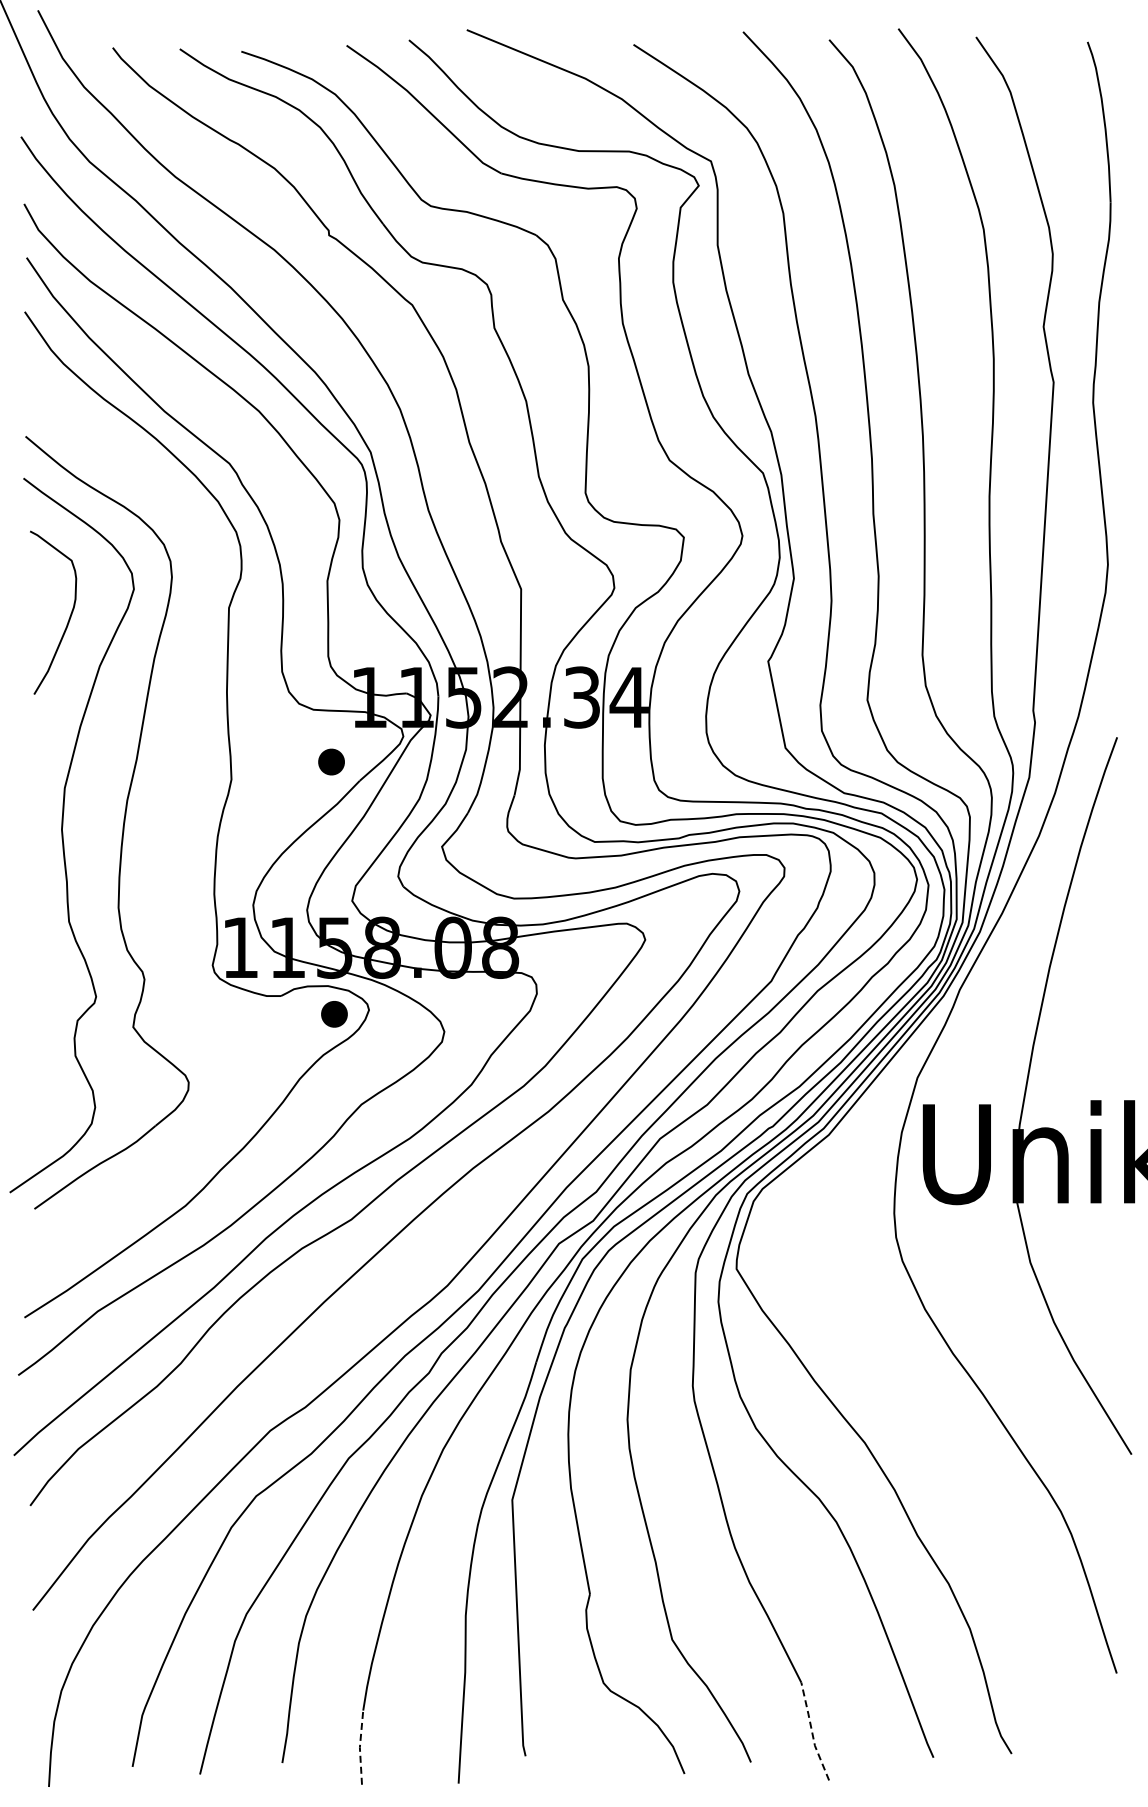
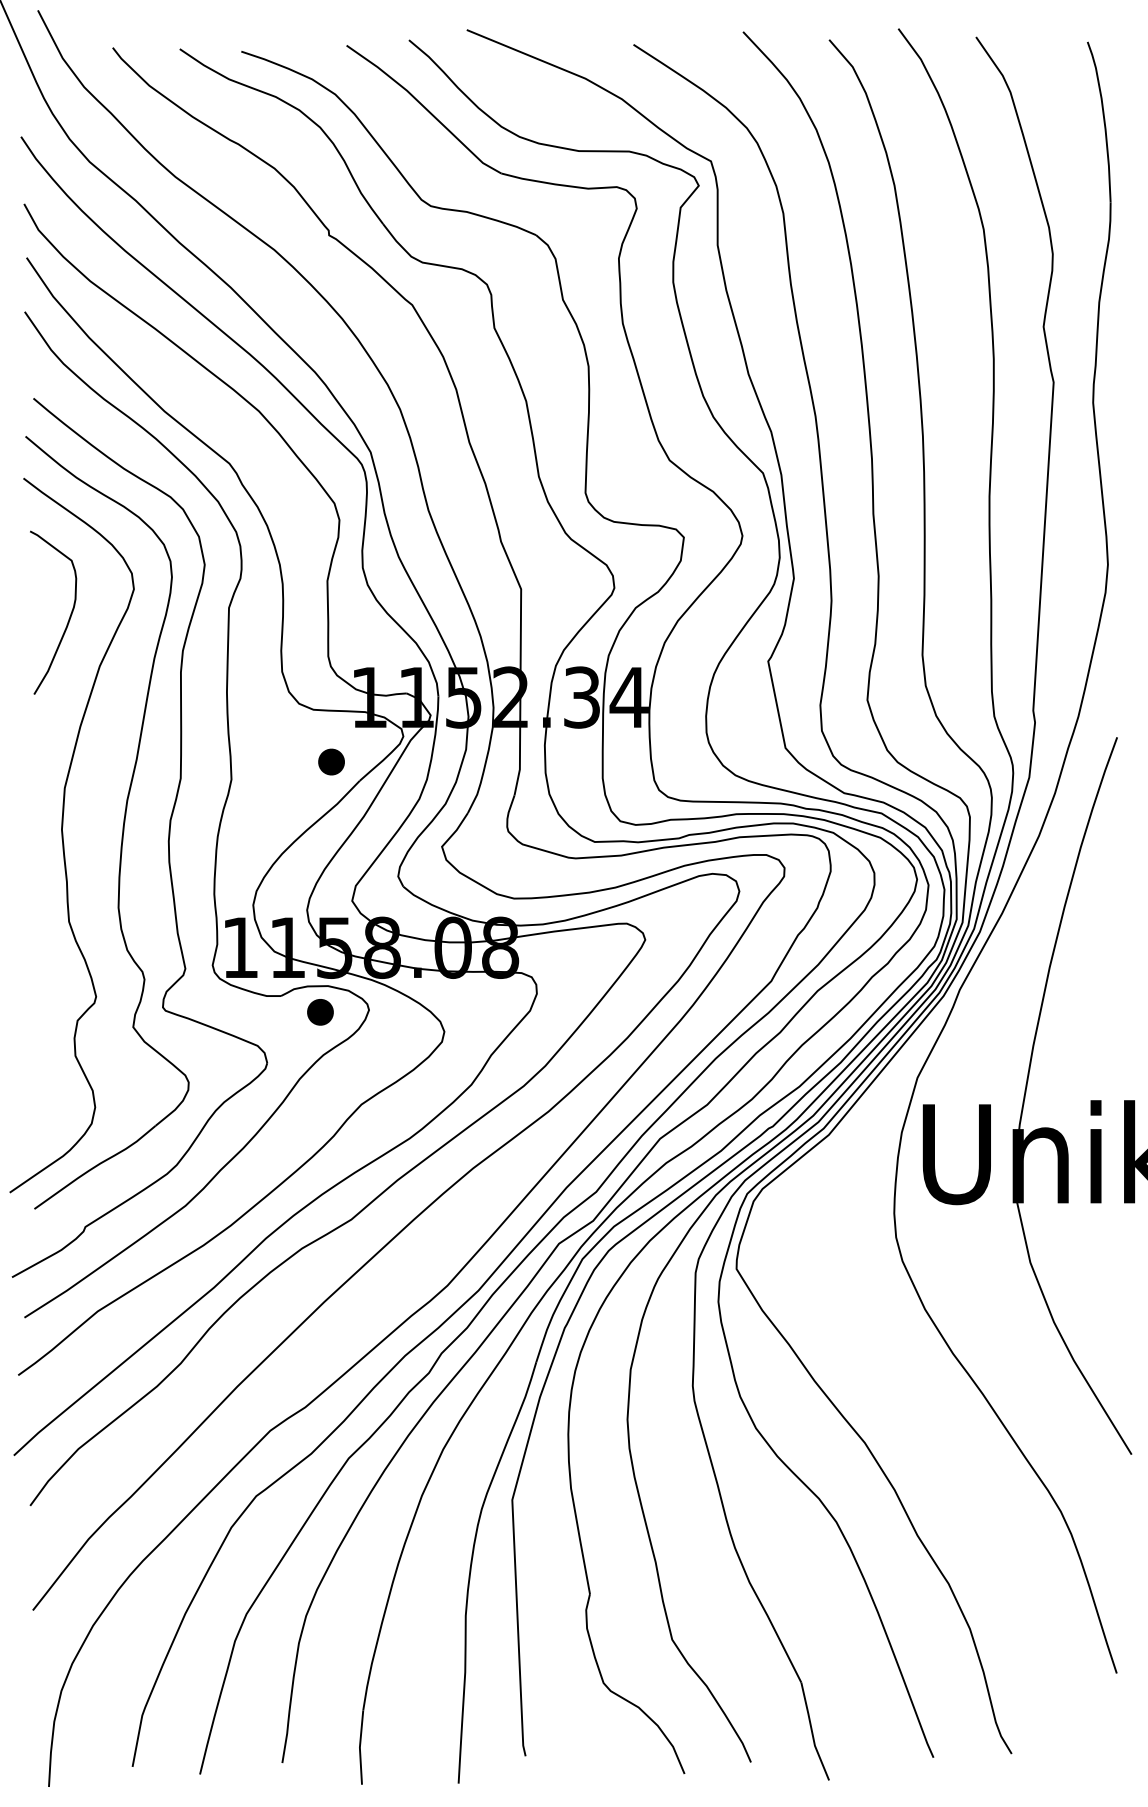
part at (167, 841): none -> present
part at (334, 1014) position: (334, 1014) -> (320, 1012)
line at (812, 1732): dashed -> solid
line at (359, 1747): dashed -> solid
